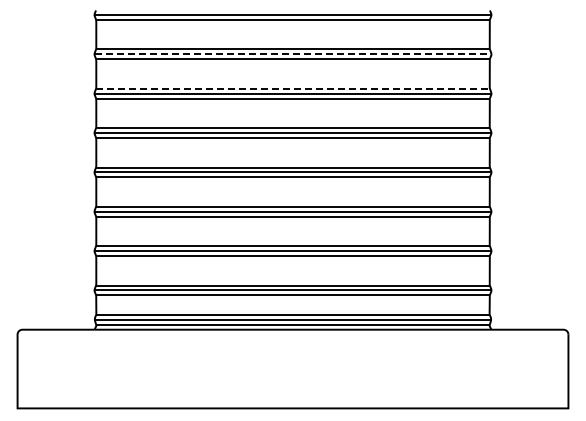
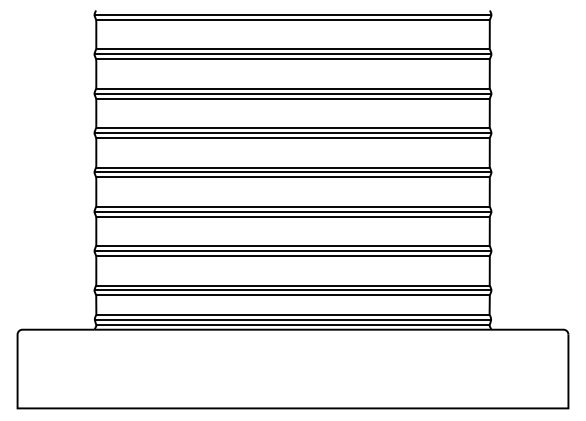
line at (293, 54): dashed -> solid
line at (292, 88): dashed -> solid
